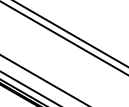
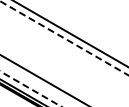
line at (64, 38): solid -> dashed
line at (30, 88): solid -> dashed
